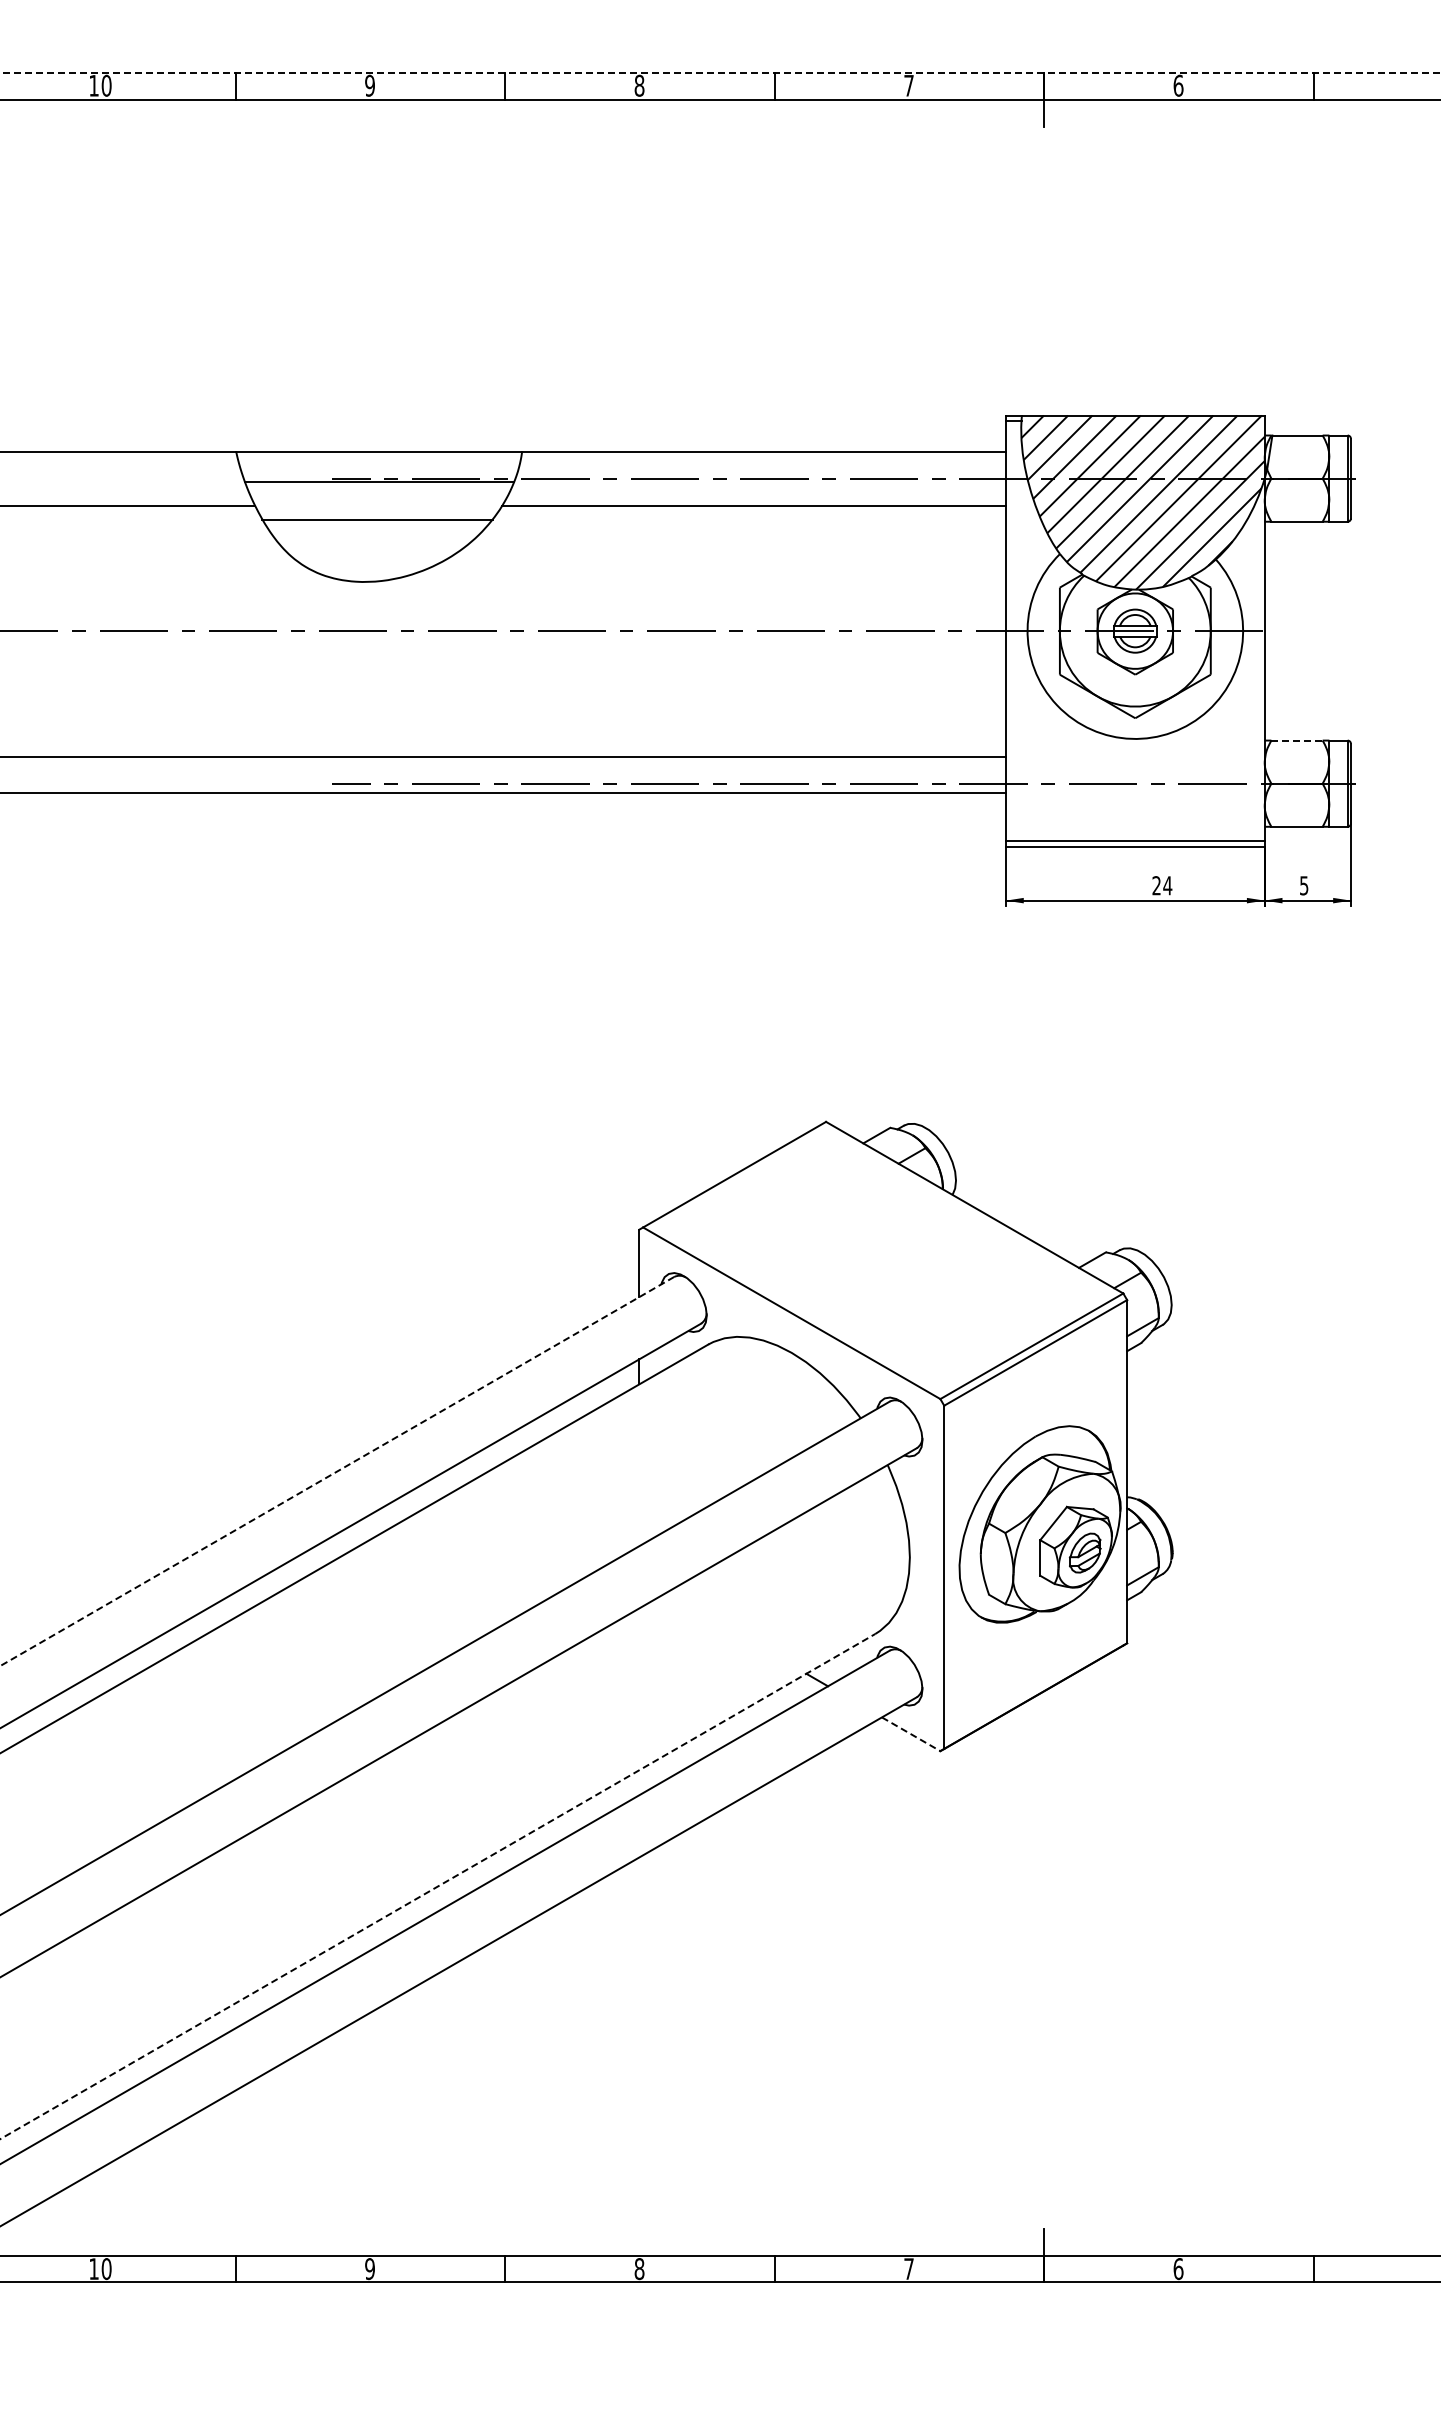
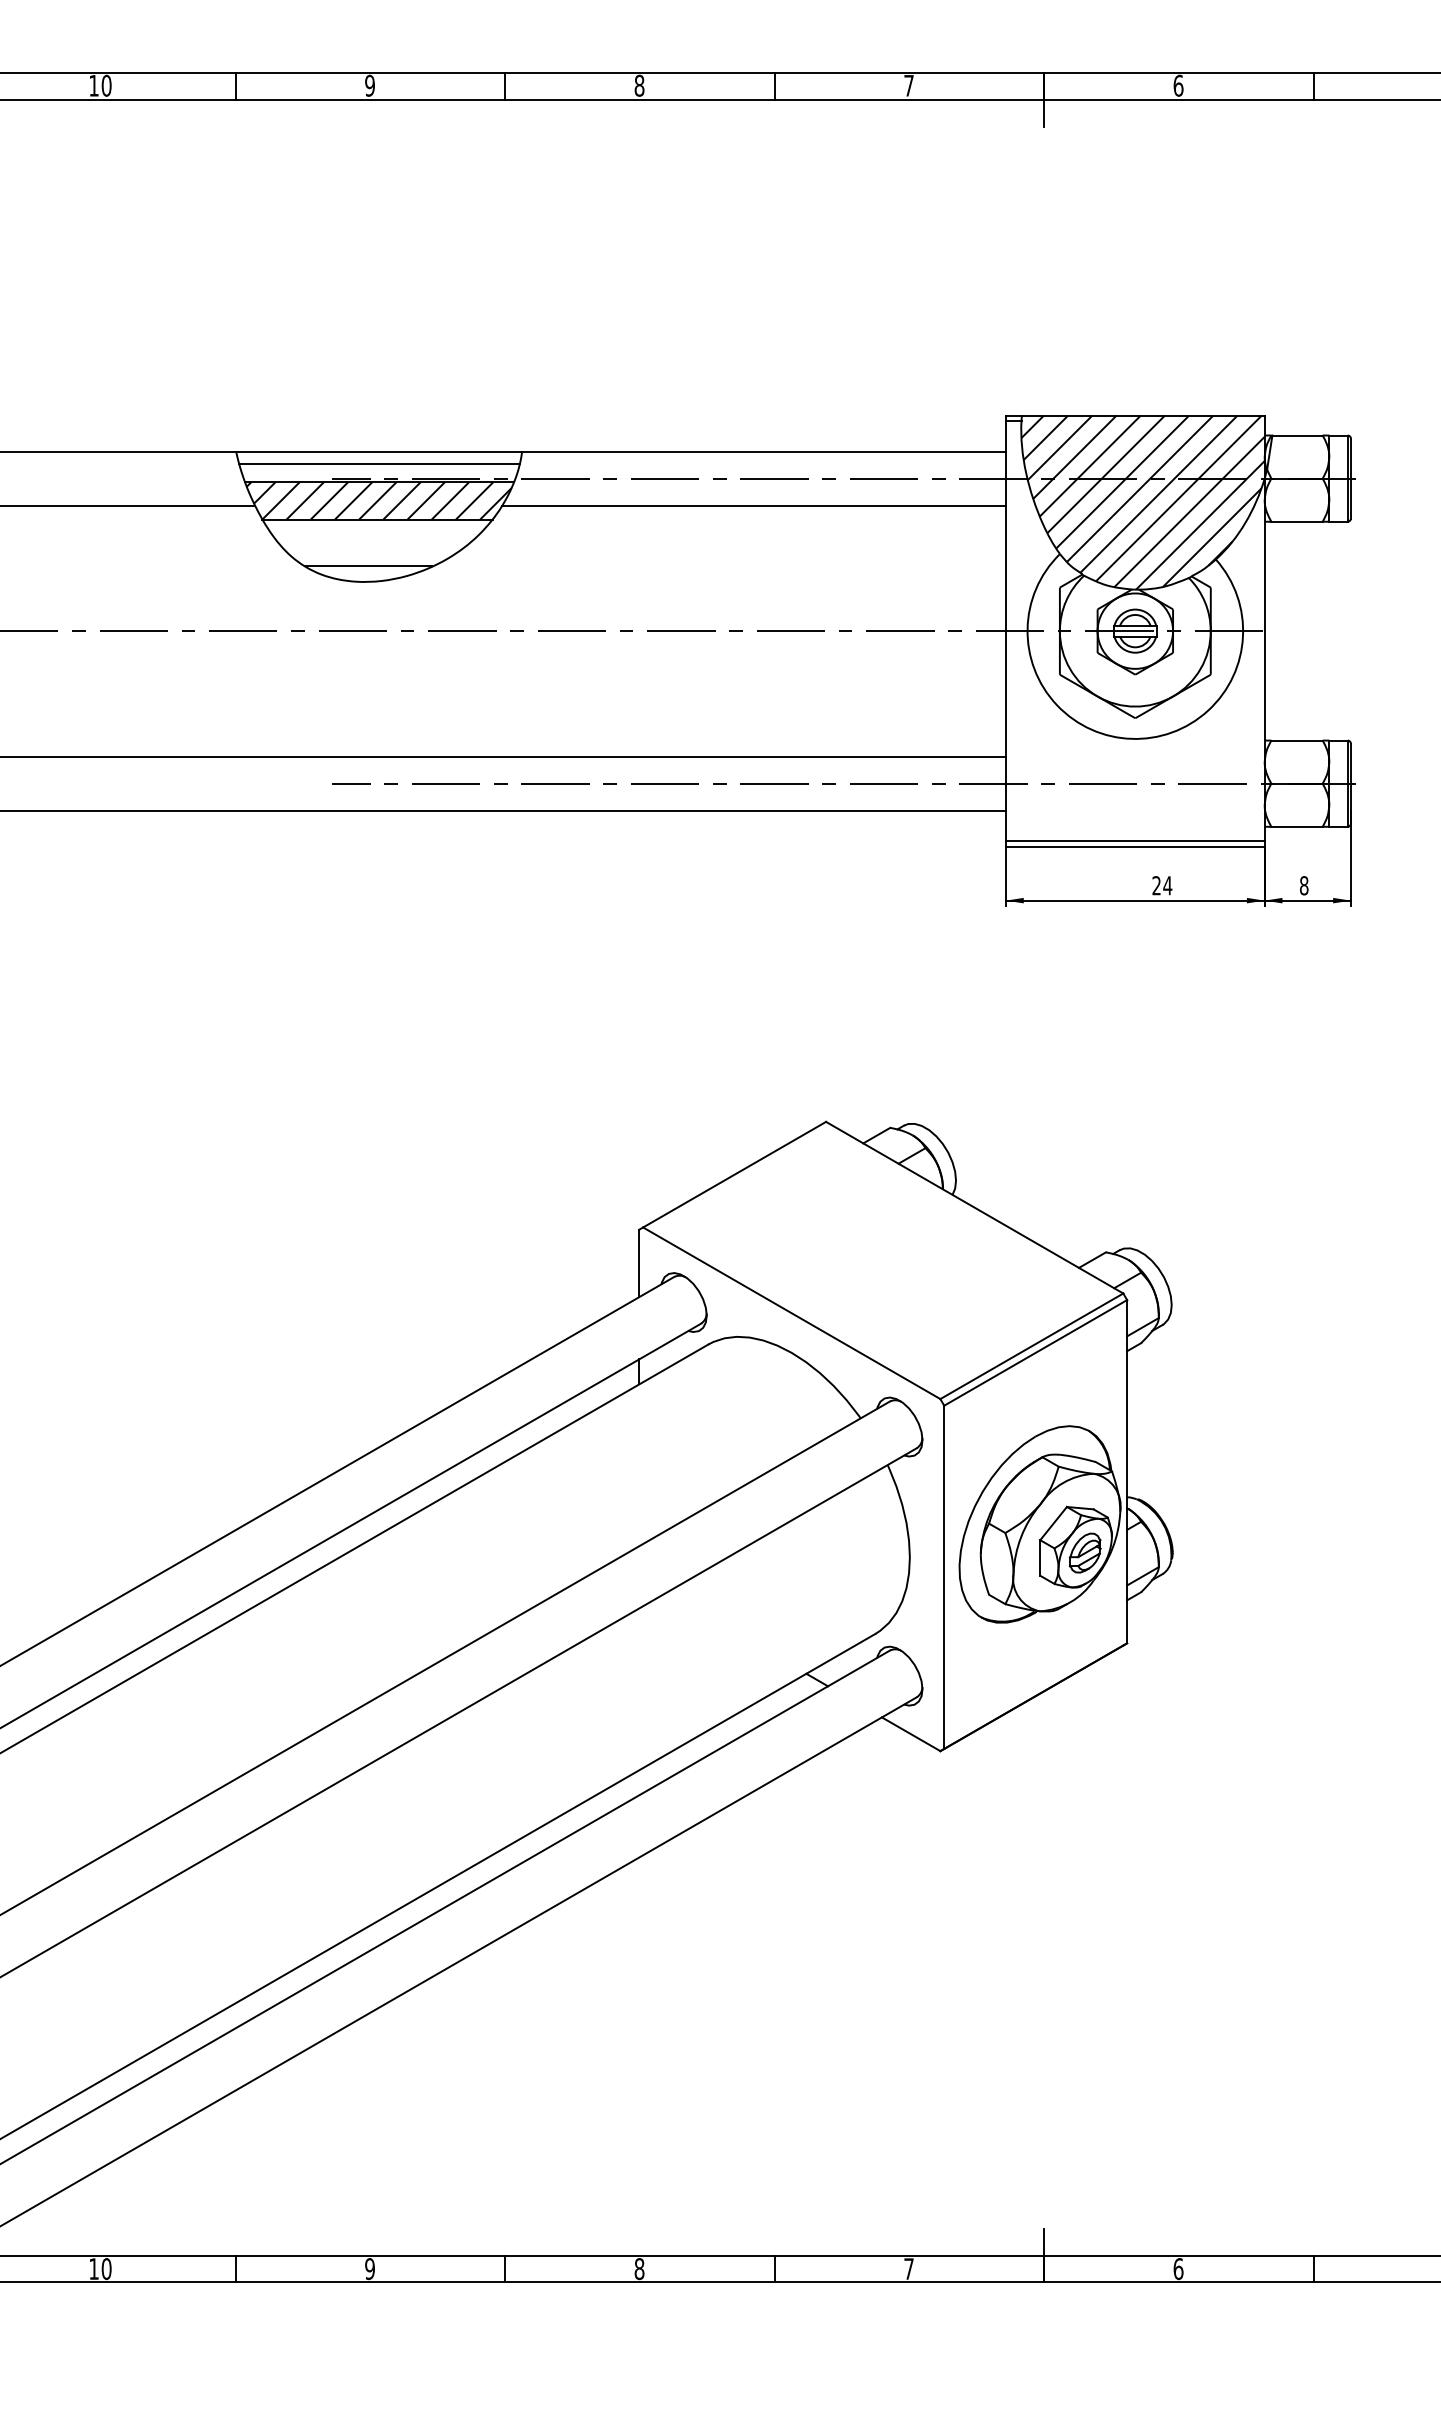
line at (720, 72): dashed -> solid
line at (379, 464): none -> present
hatch at (378, 500): none -> present
line at (368, 566): none -> present
line at (1297, 740): dashed -> solid
line at (503, 792) position: (503, 792) -> (503, 810)
text at (1304, 885): 5 -> 8
line at (336, 1471): dashed -> solid
line at (911, 1734): dashed -> solid
line at (438, 1886): dashed -> solid
